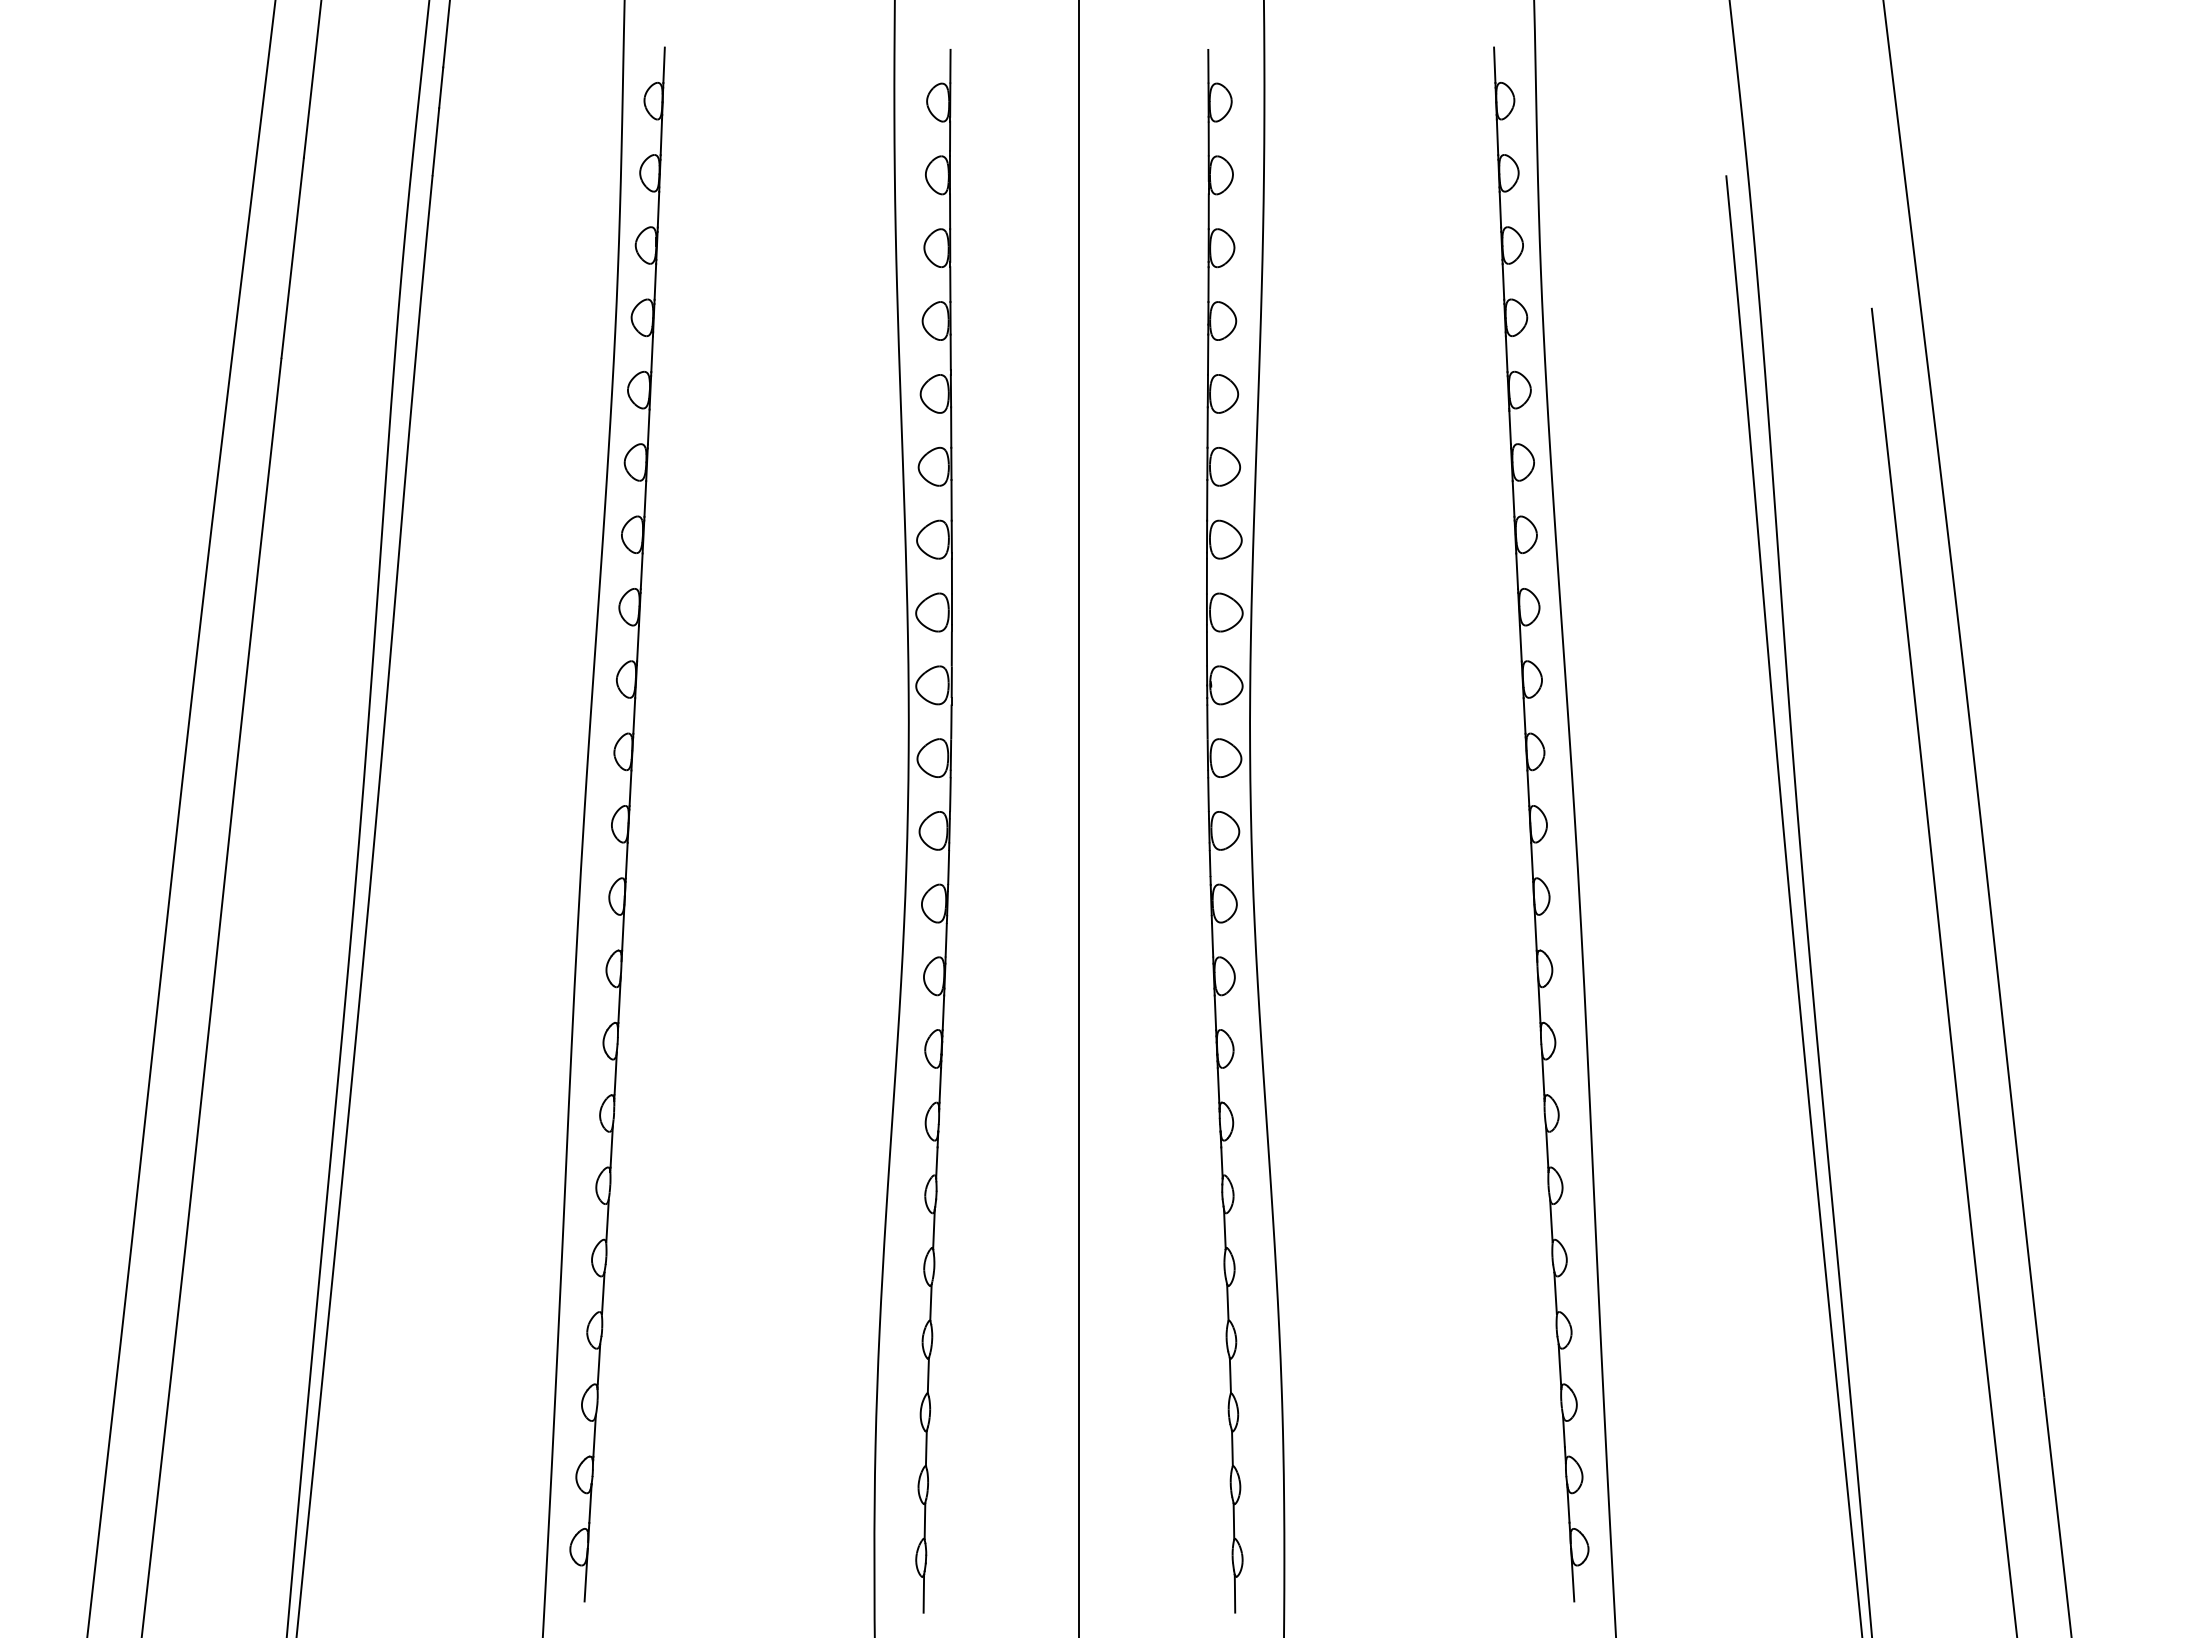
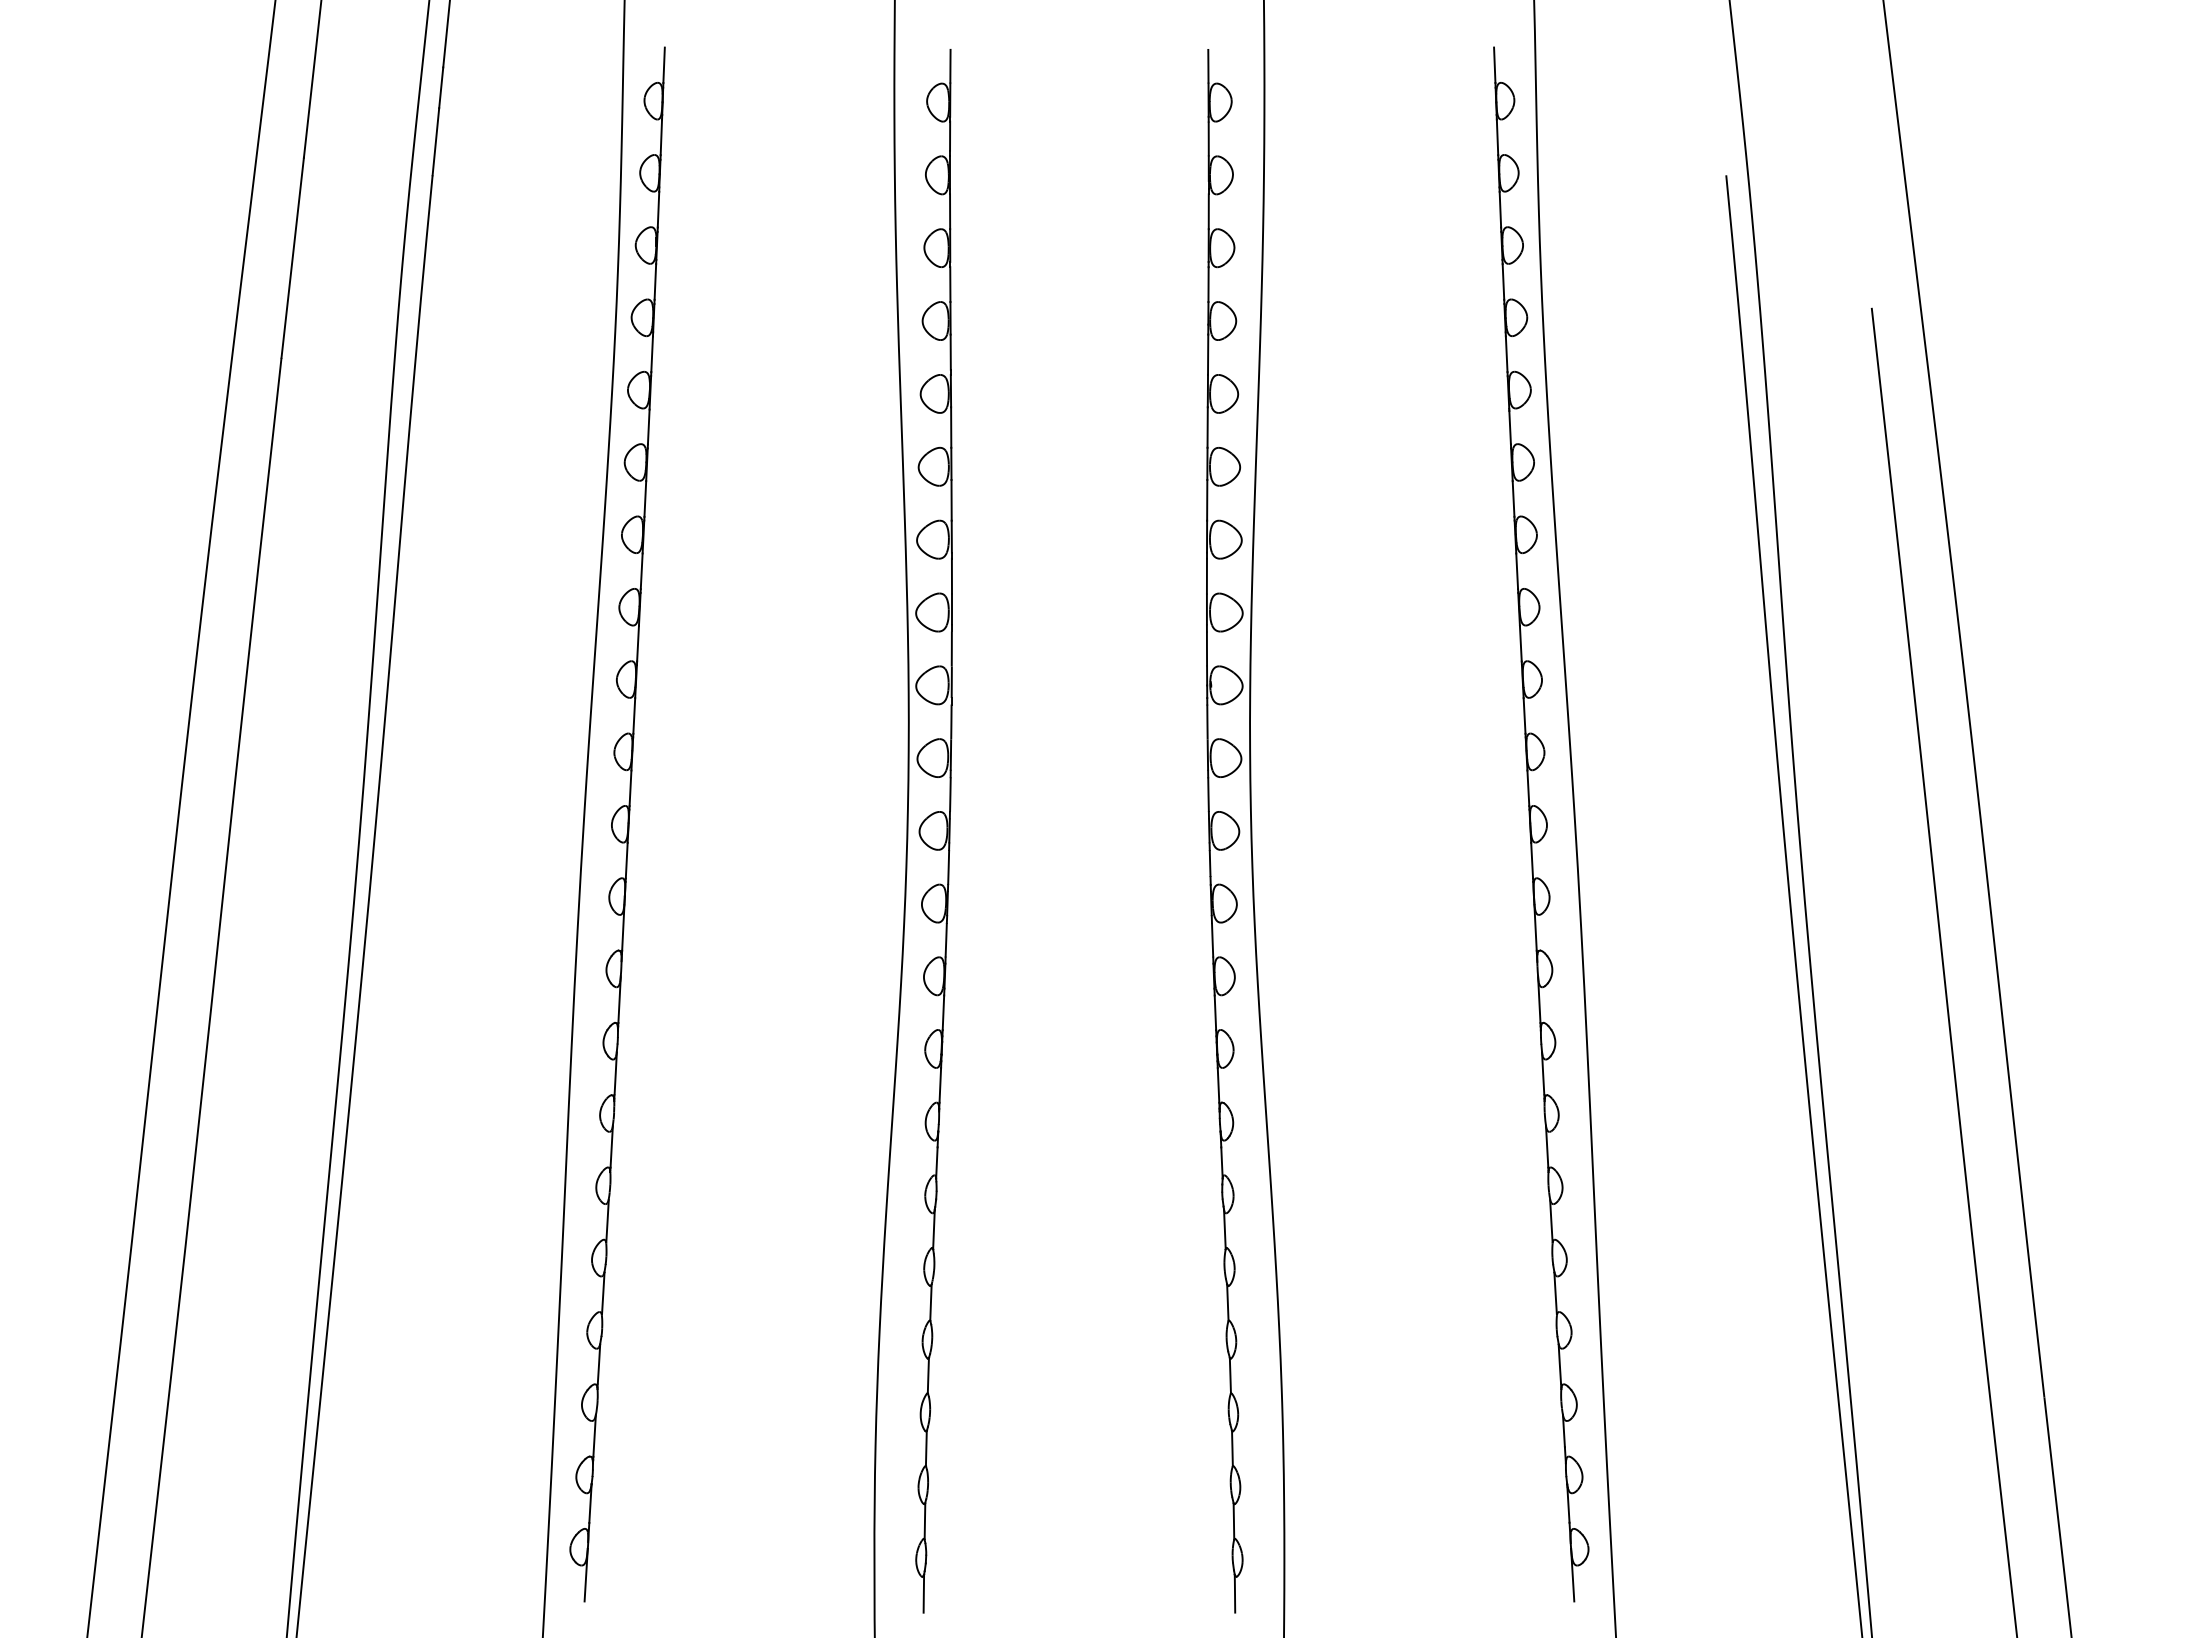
line at (1079, 818): present -> none
